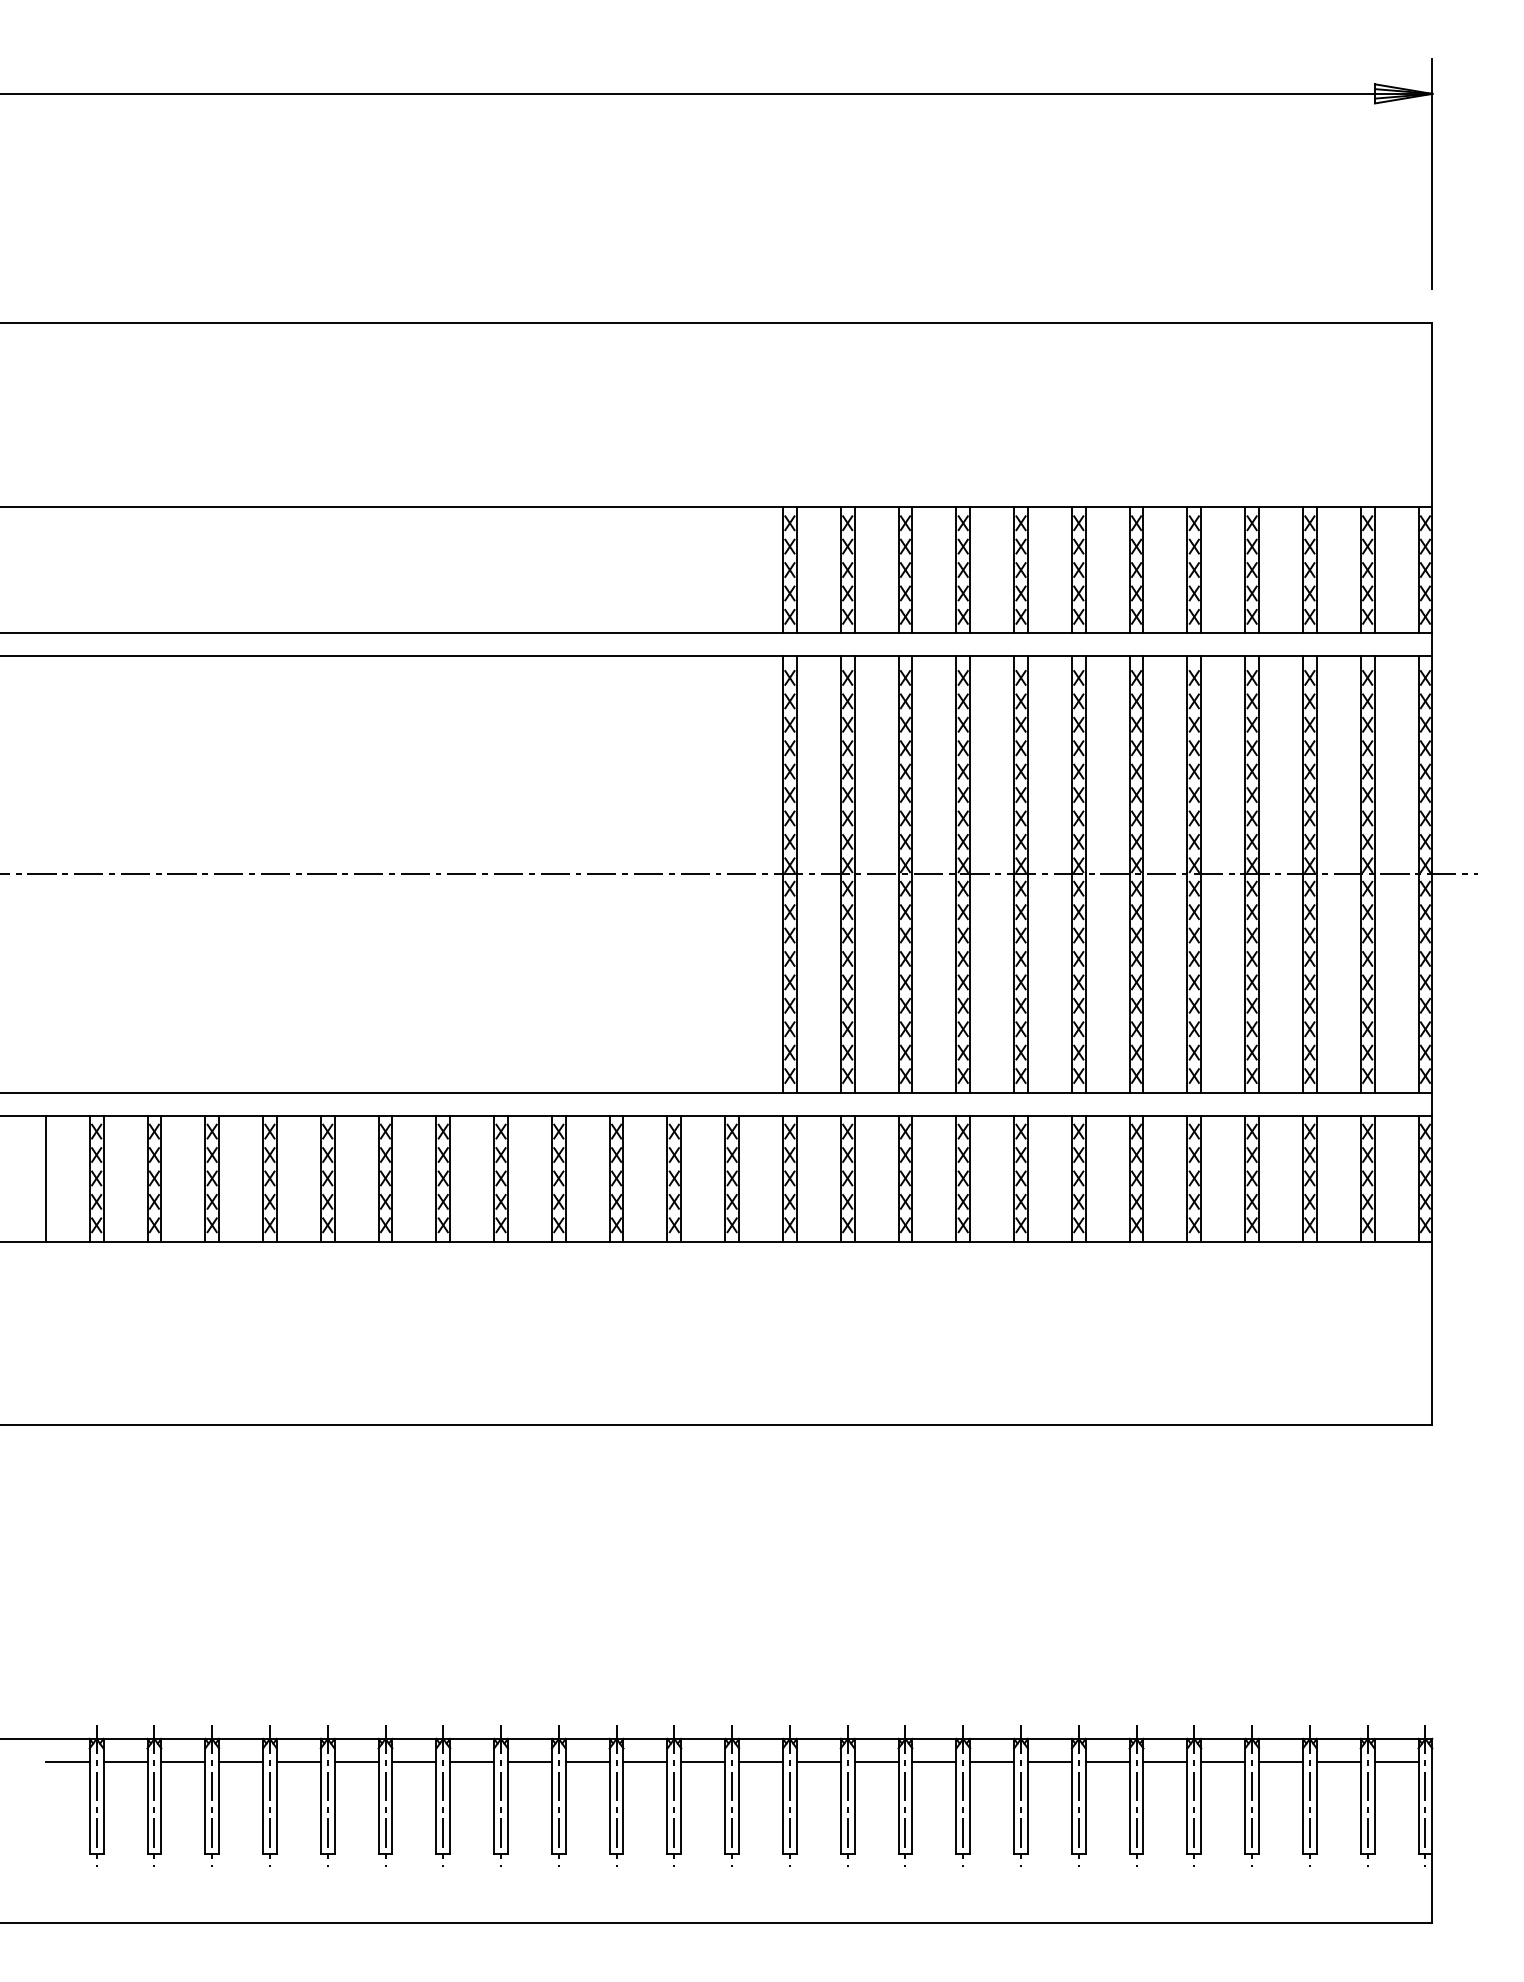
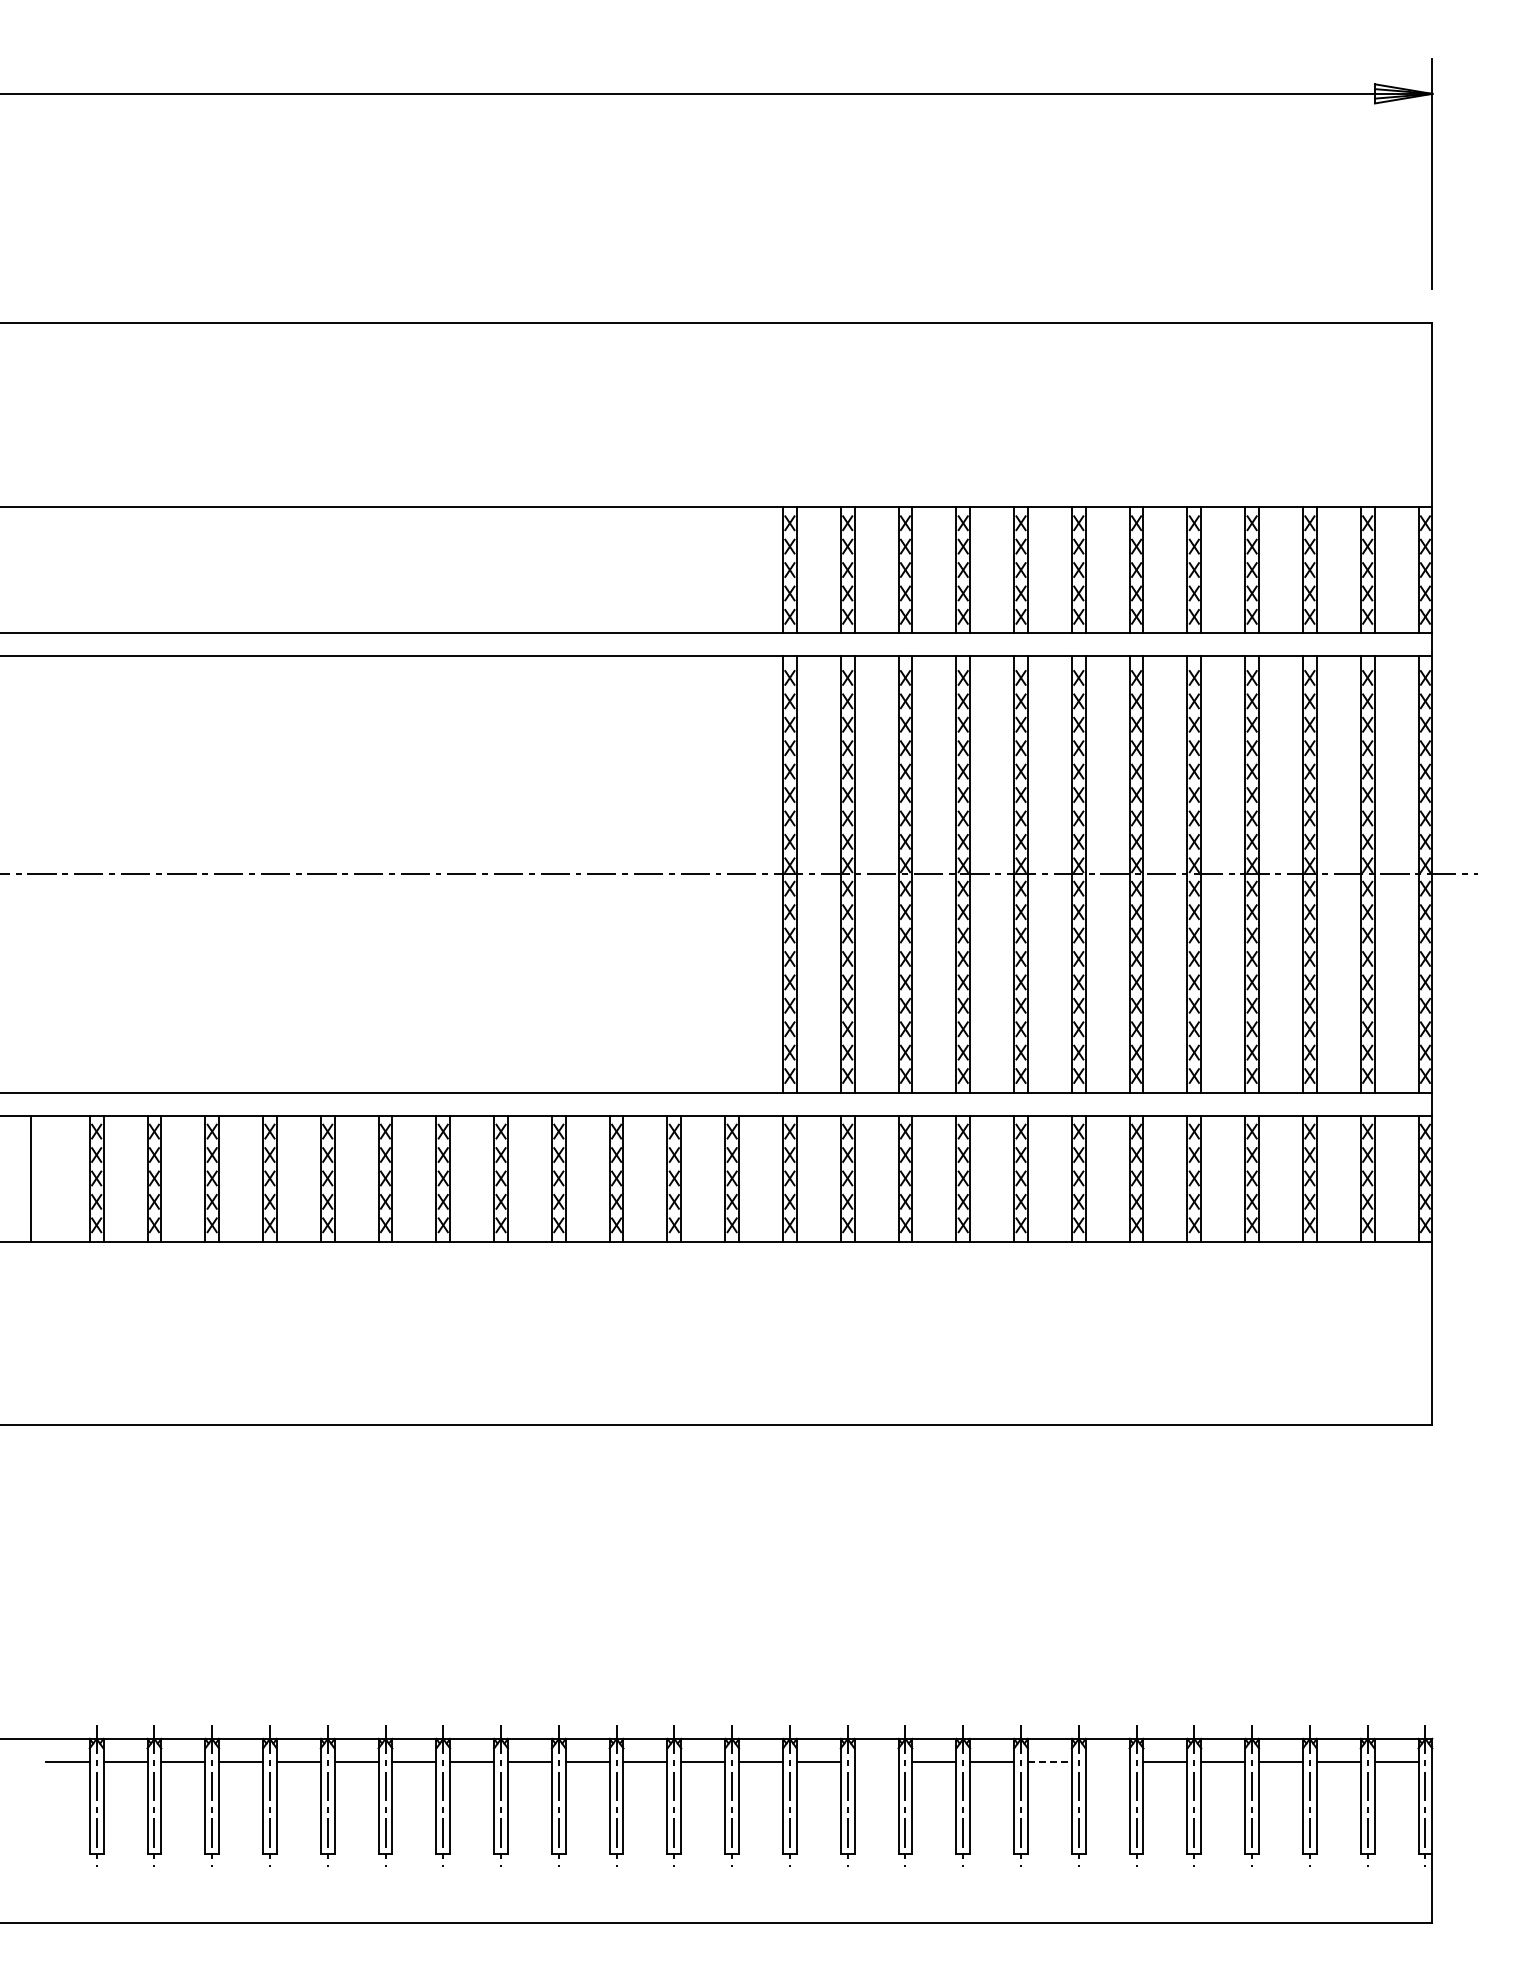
line at (45, 1178) position: (45, 1178) -> (30, 1178)
line at (876, 1761): present -> none
line at (1049, 1761): solid -> dashed
line at (1107, 1761): present -> none
